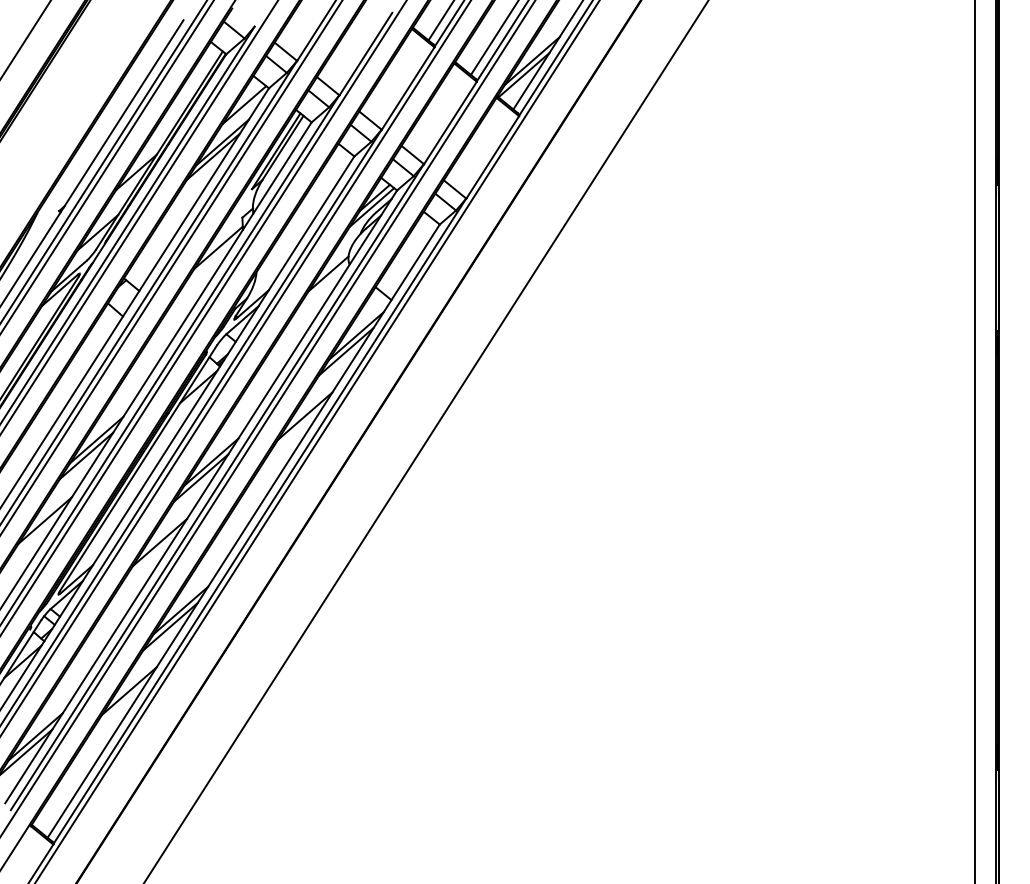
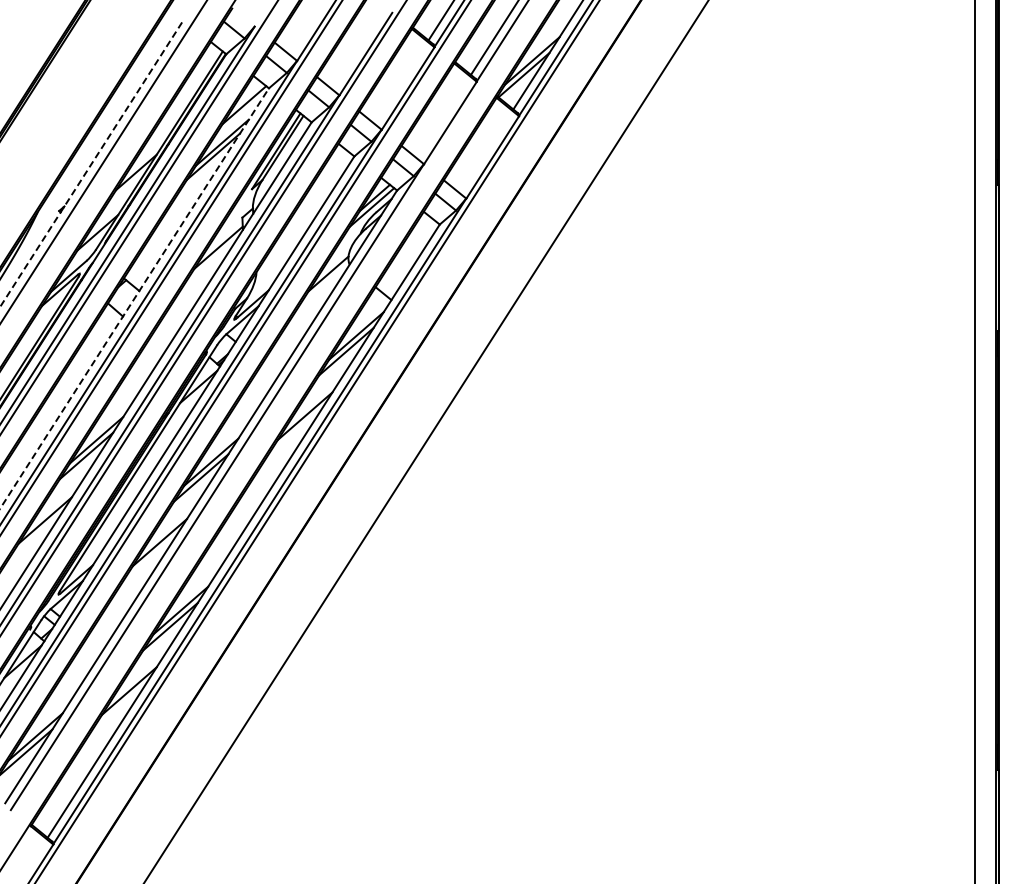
line at (25, 39): present -> none
line at (92, 163): solid -> dashed
line at (107, 166): present -> none
line at (134, 298): solid -> dashed
line at (268, 417): present -> none
